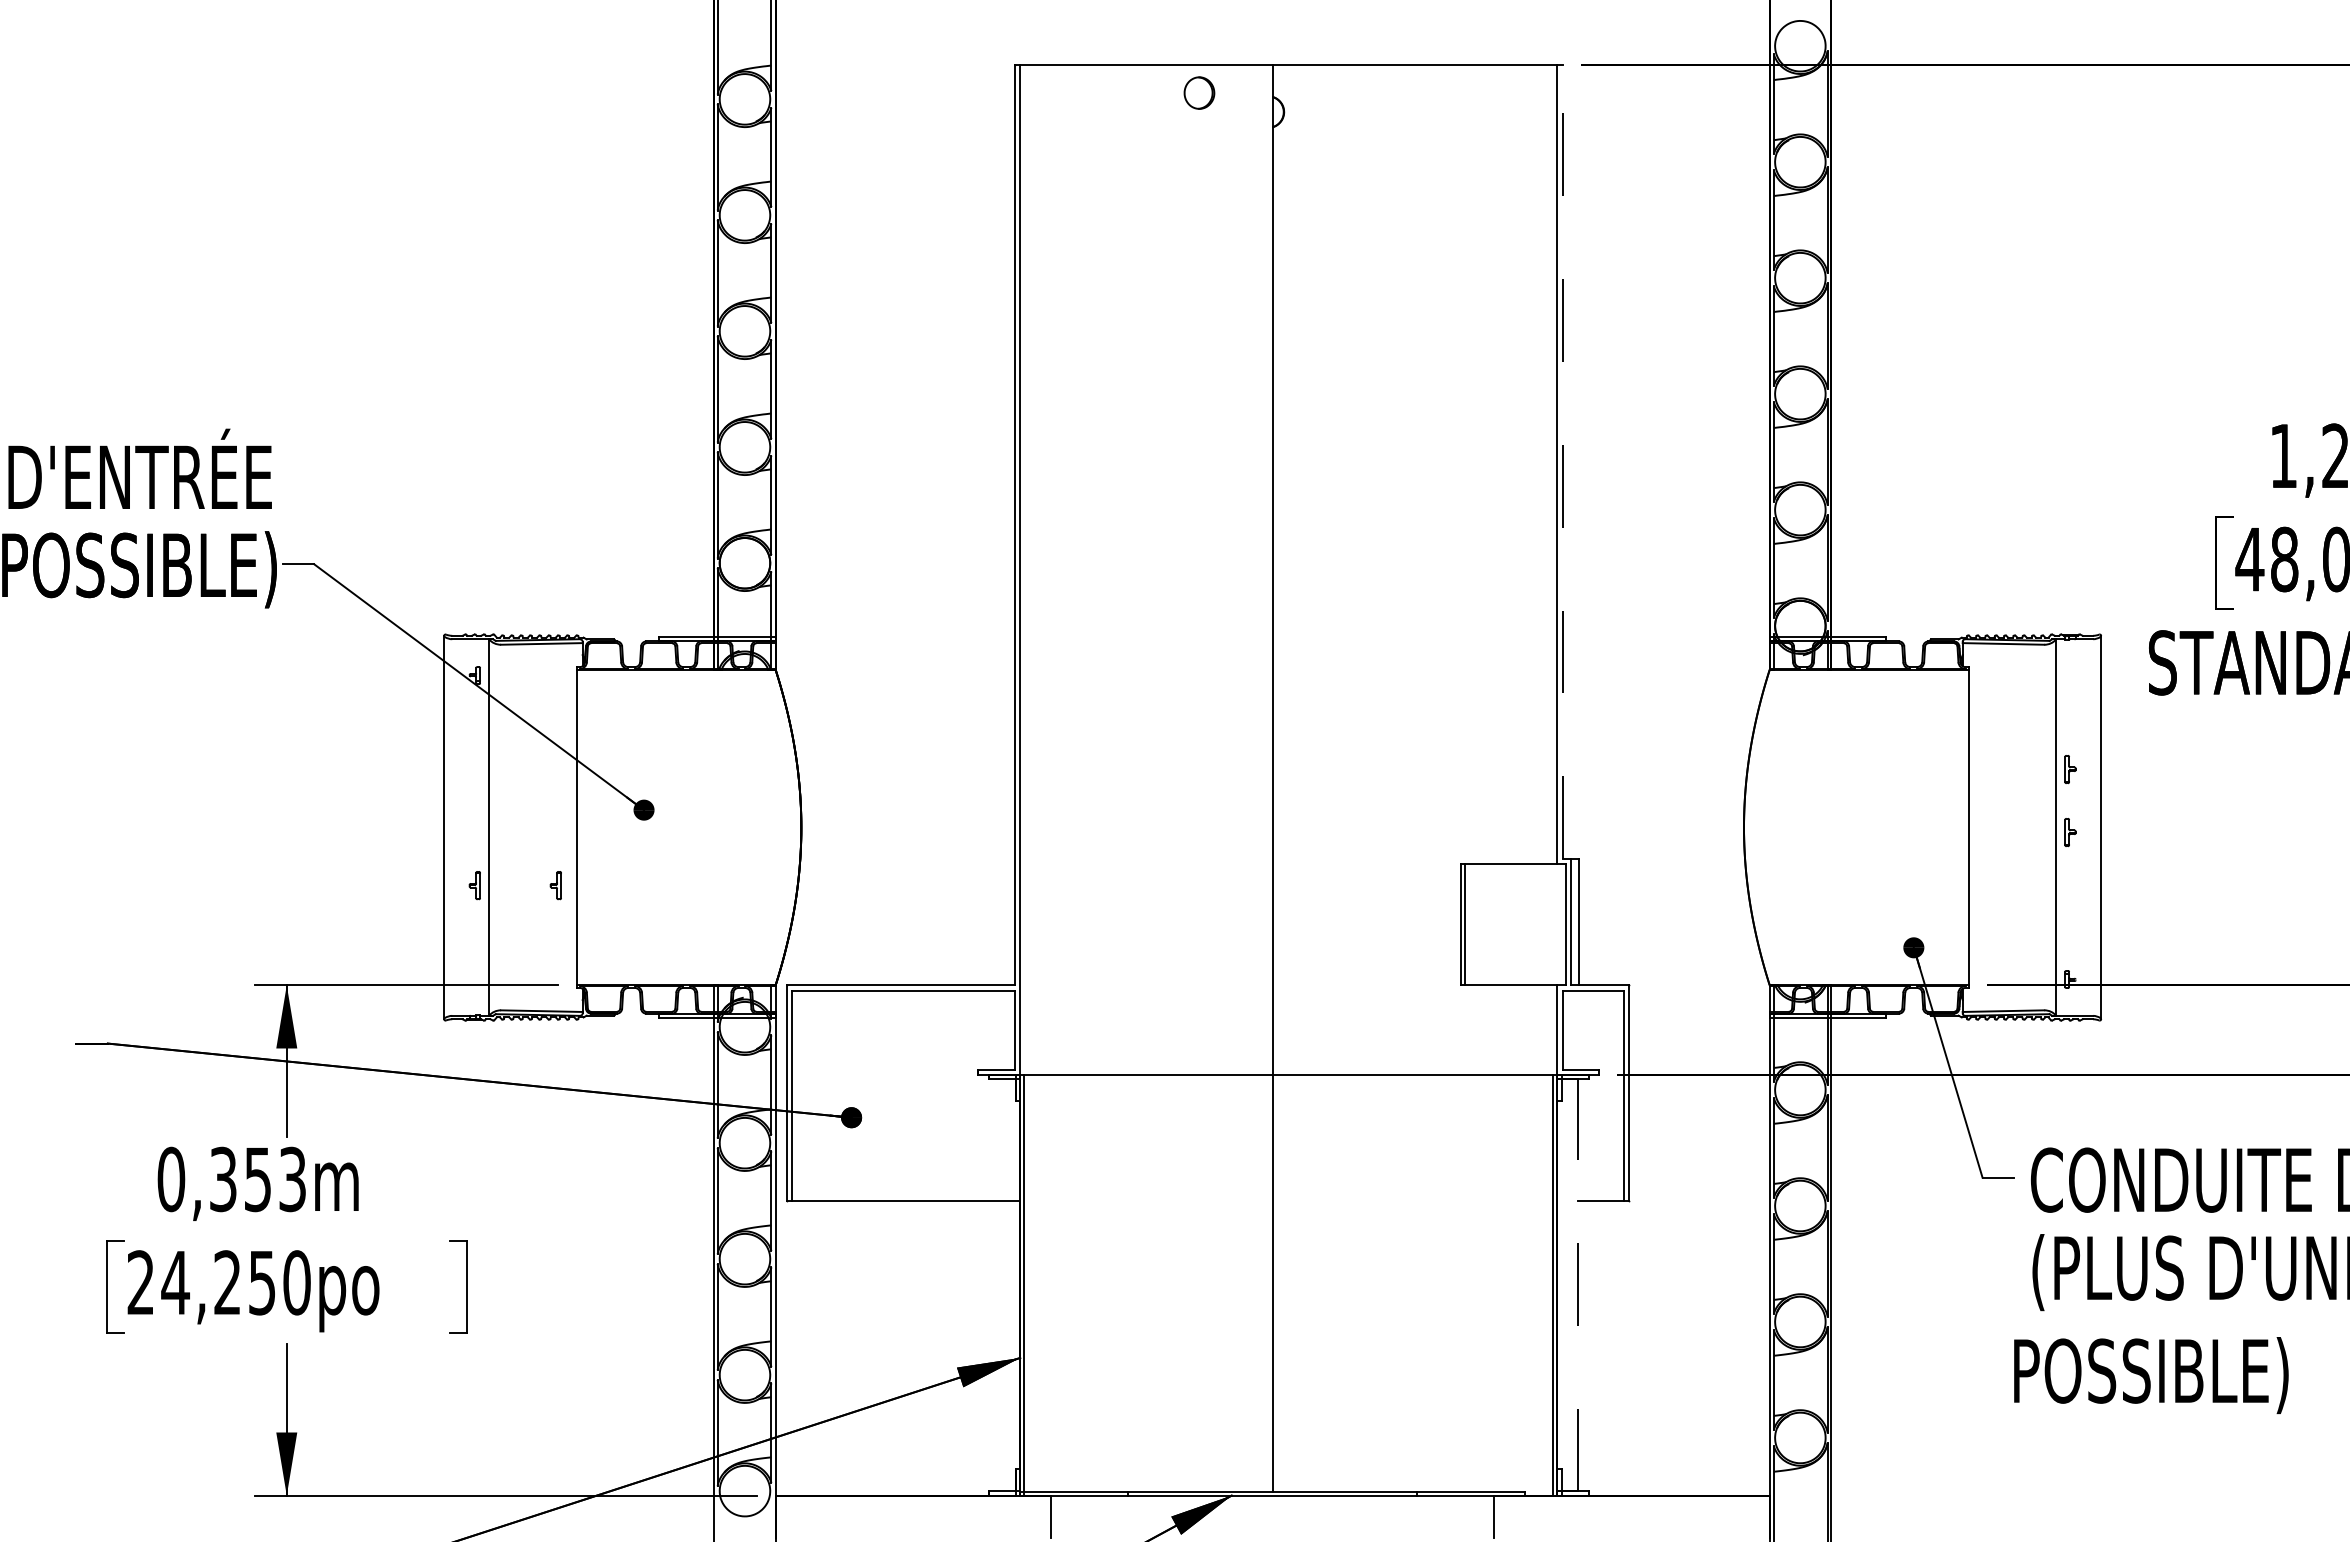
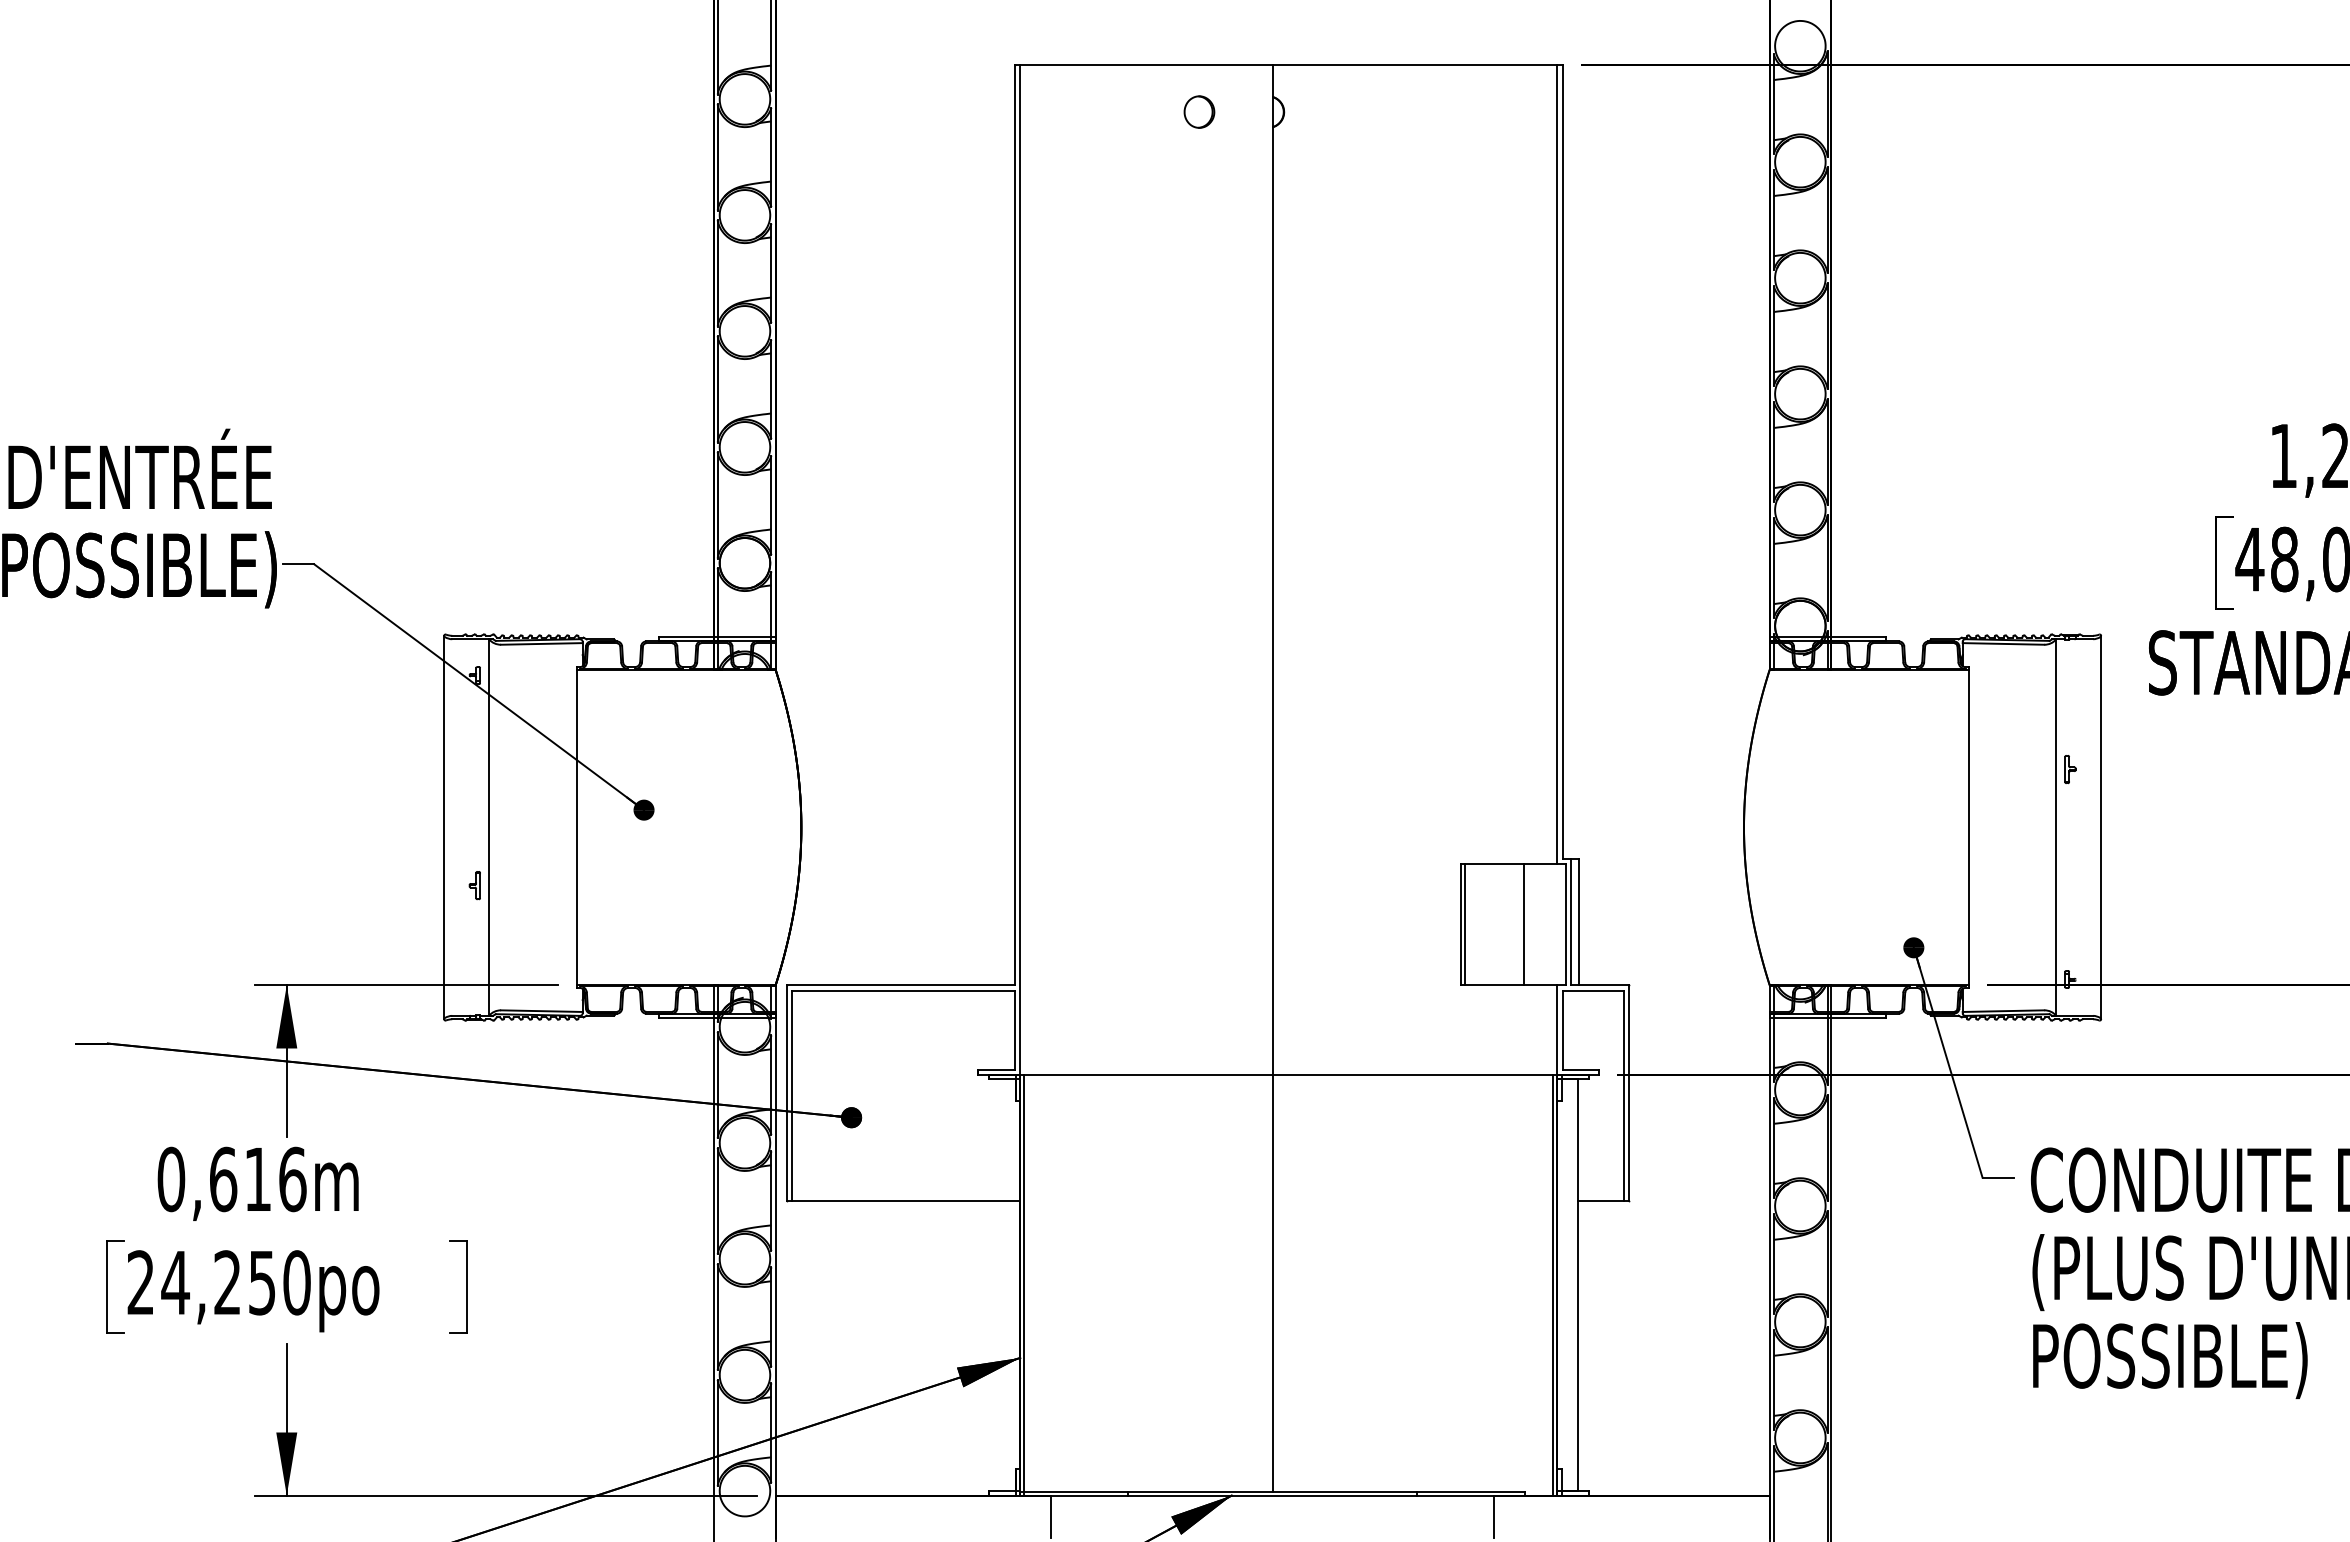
part at (1199, 92) position: (1199, 92) -> (1199, 111)
line at (1562, 461): dashed -> solid
part at (2070, 832): present -> none
part at (555, 885): present -> none
line at (1523, 924): none -> present
text at (258, 1179): 0,353m -> 0,616m
line at (1578, 1284): dashed -> solid
text at (2151, 1375) position: (2151, 1375) -> (2170, 1360)
